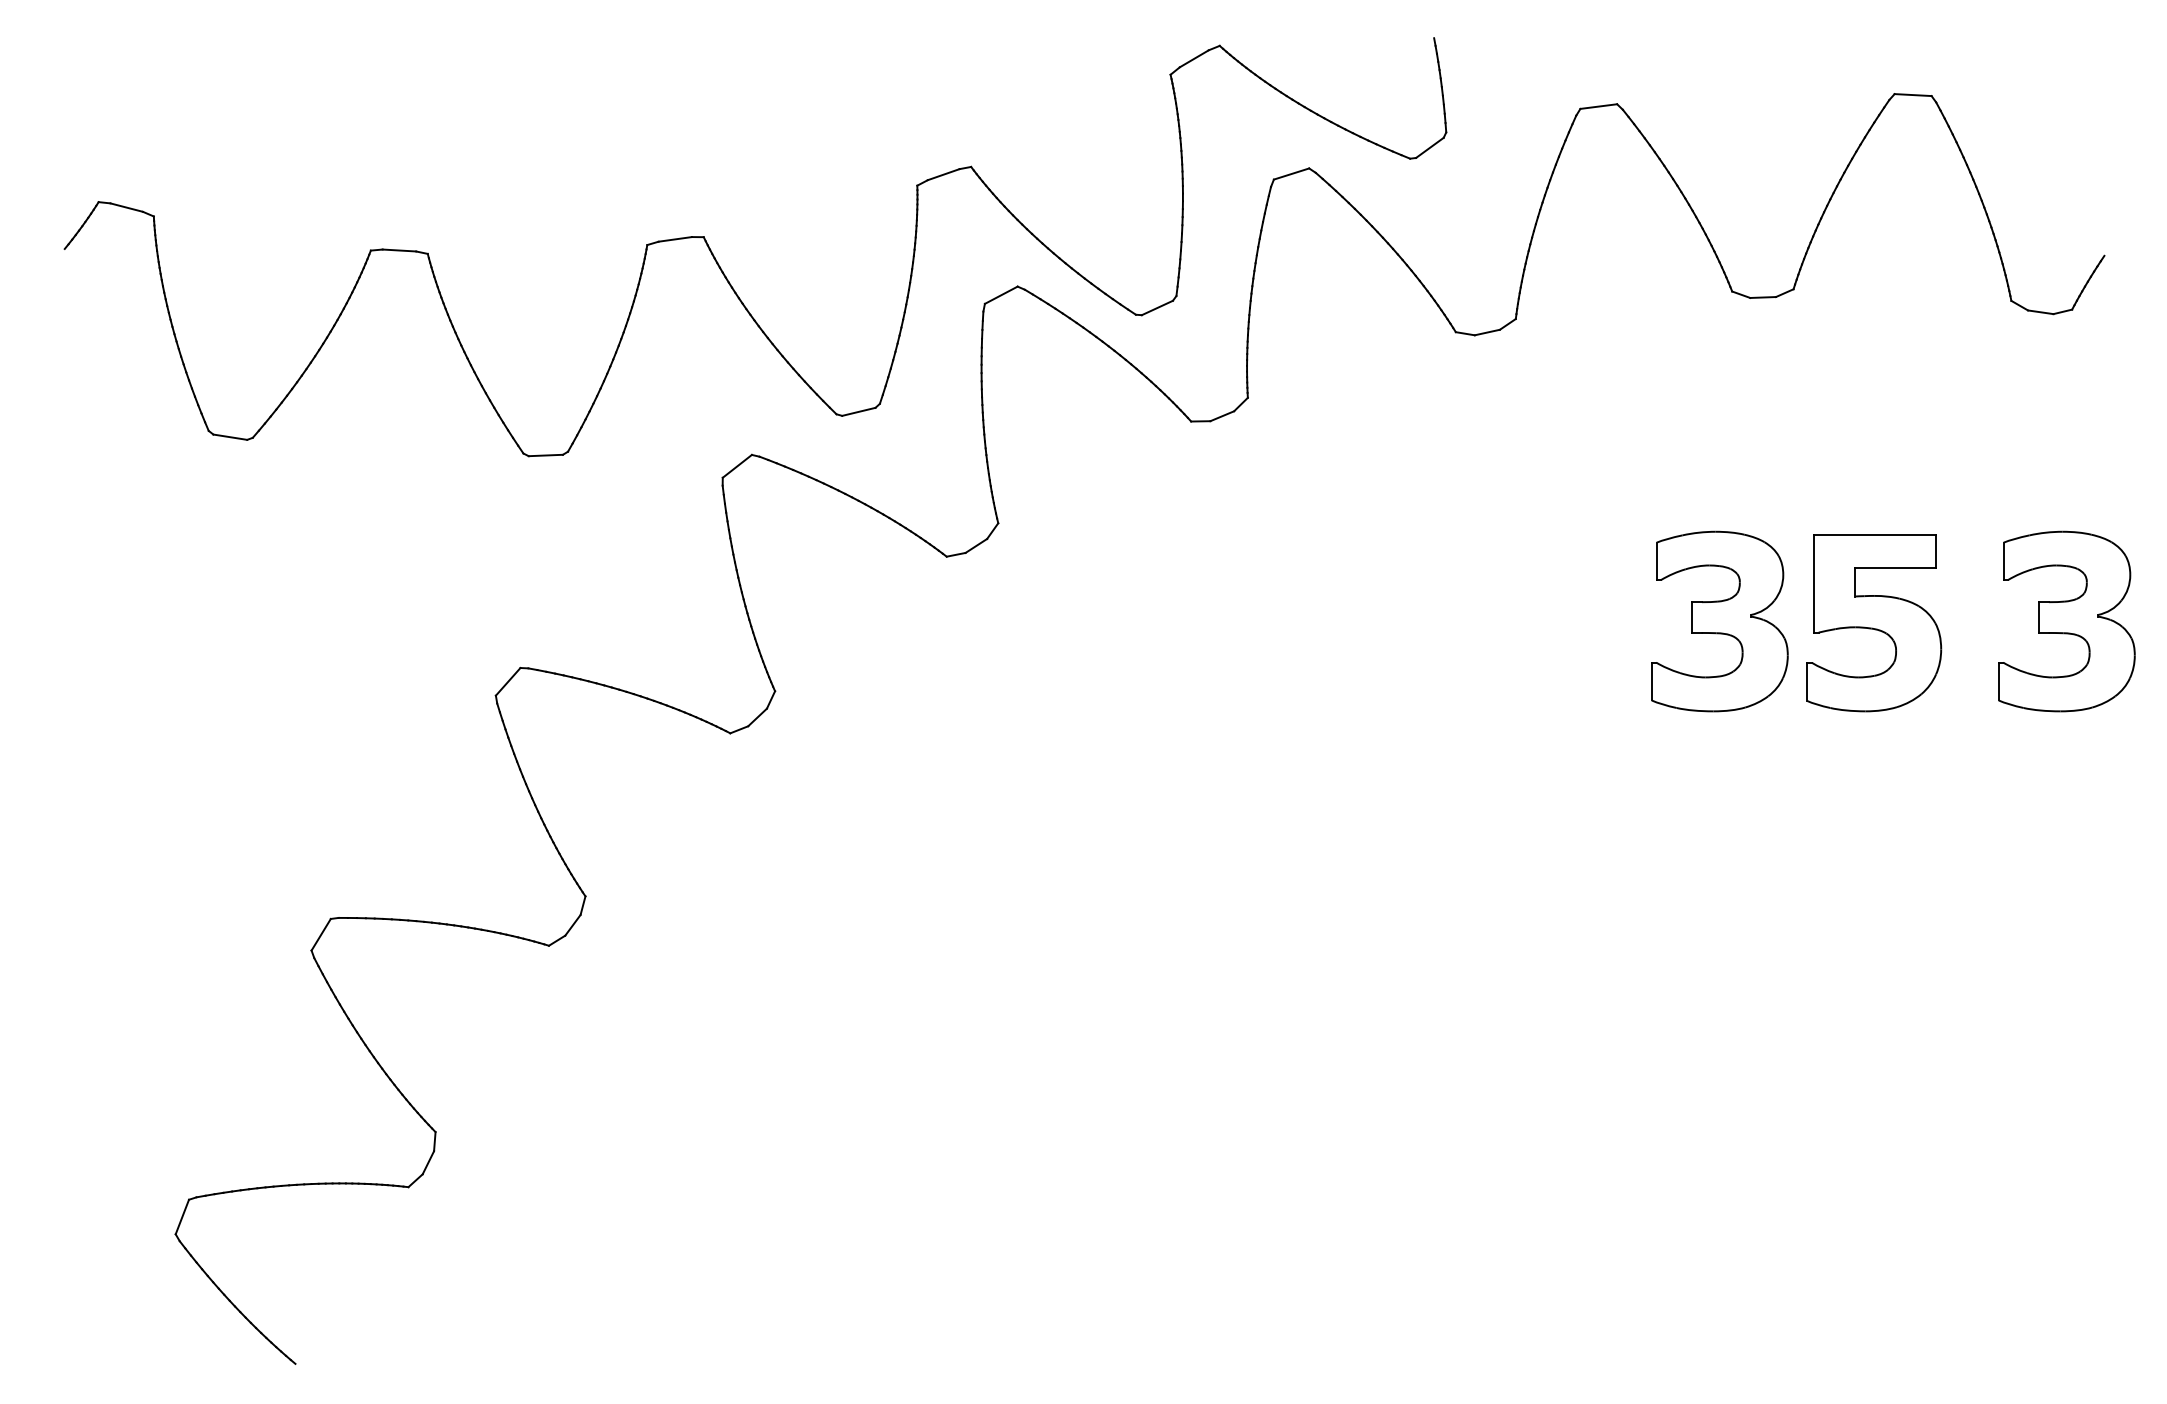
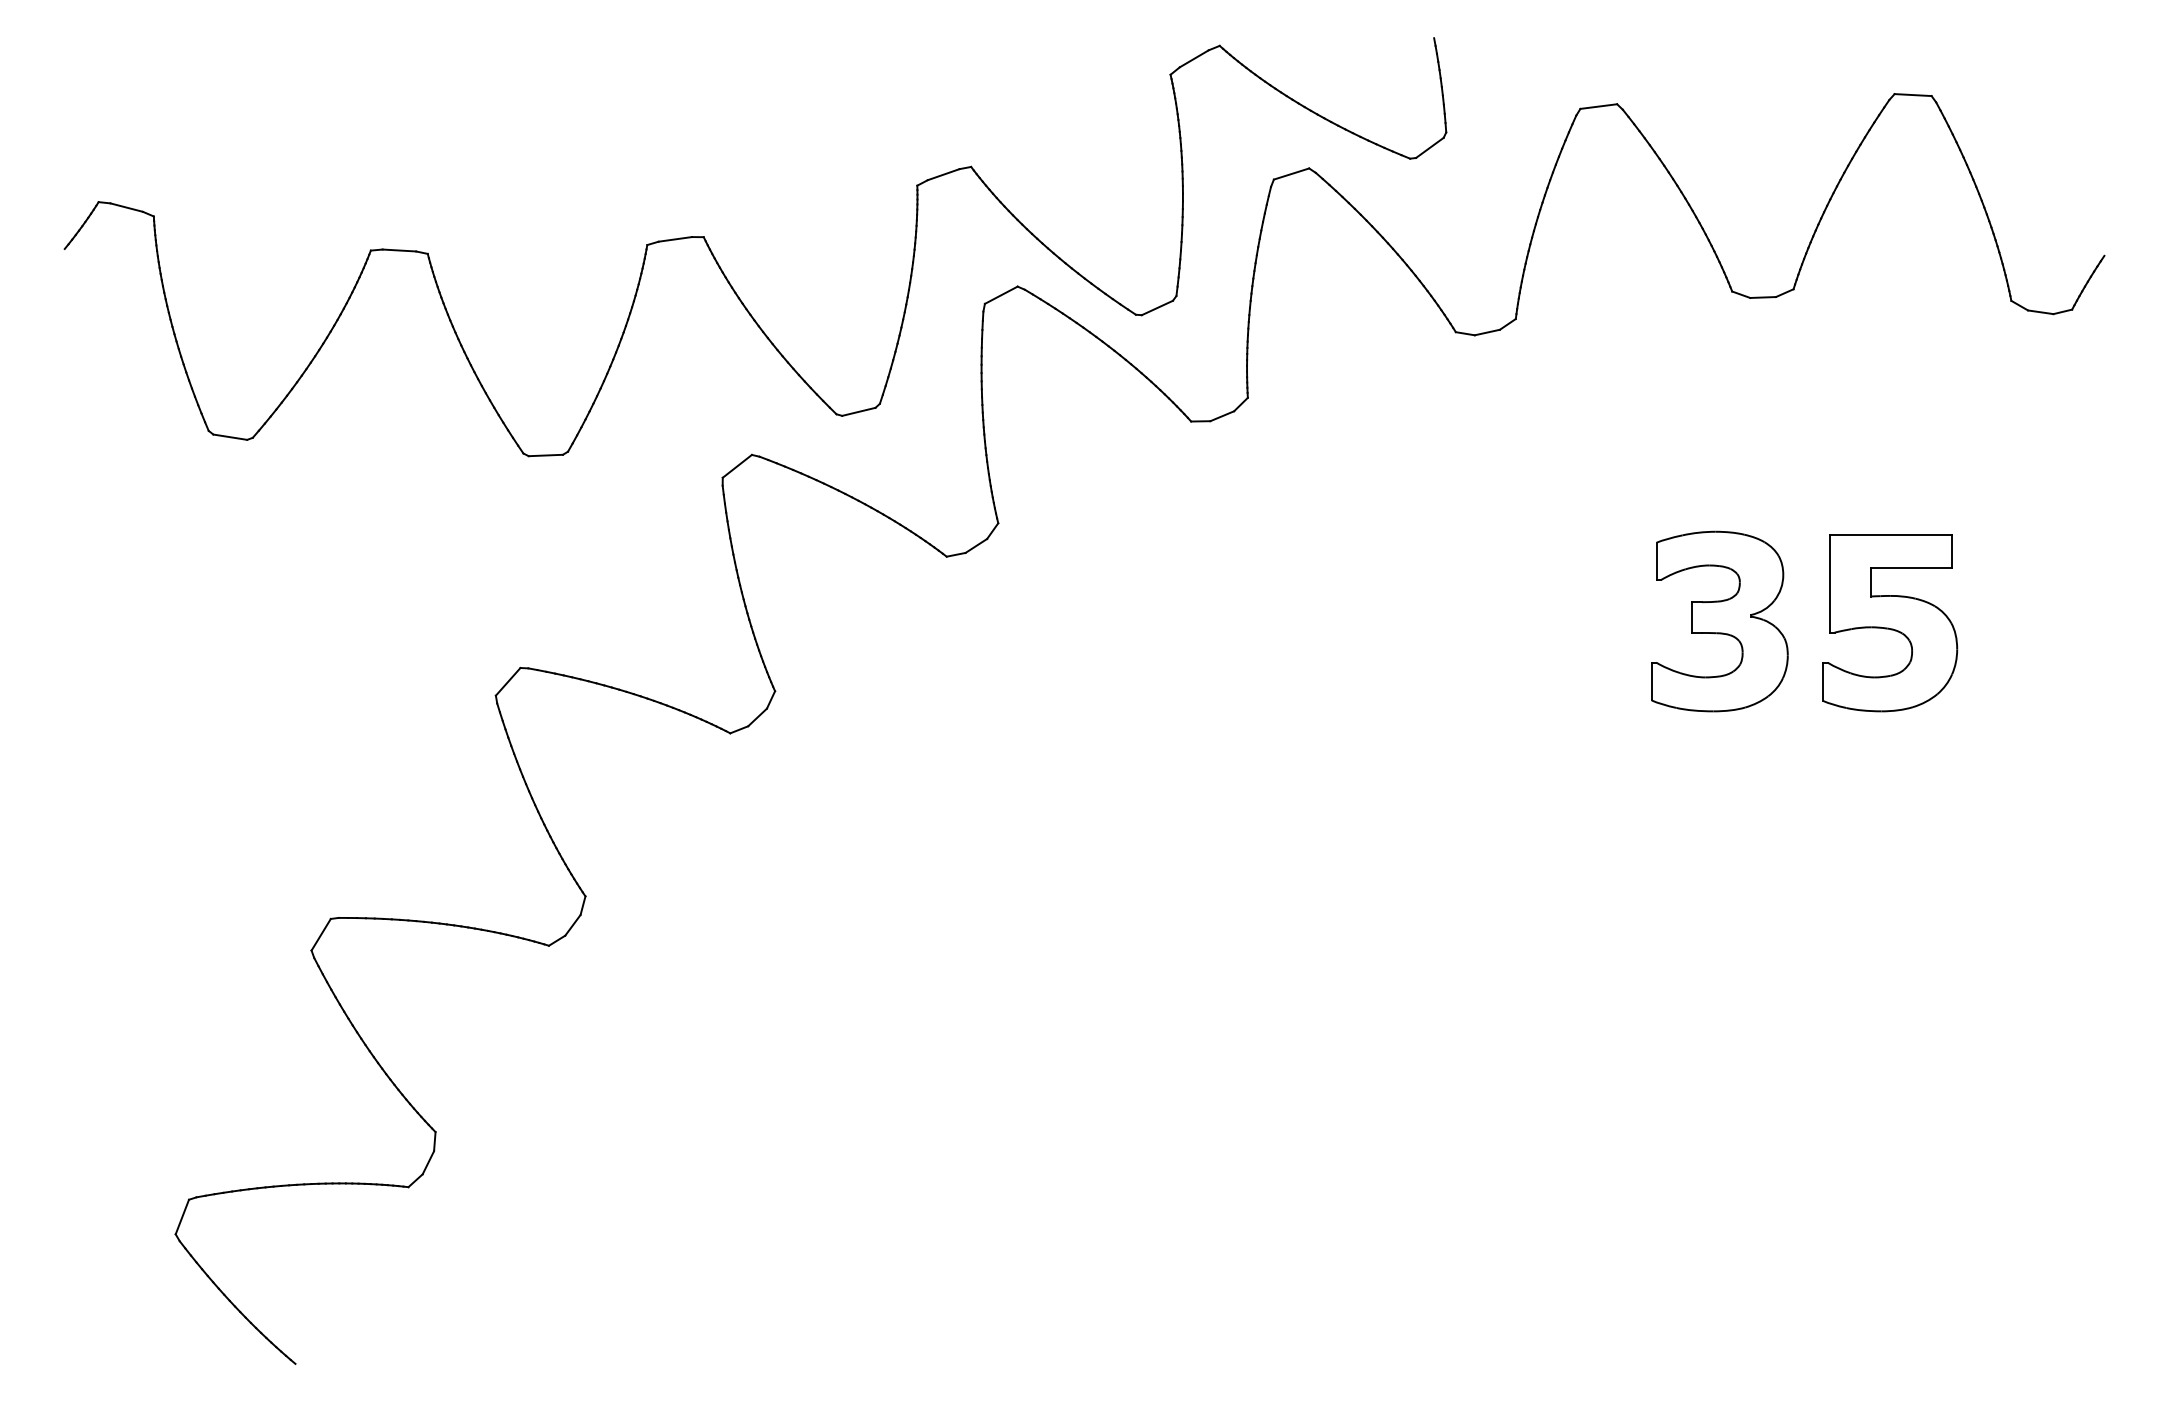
part at (2066, 621): present -> none
part at (1874, 623) position: (1874, 623) -> (1890, 623)
